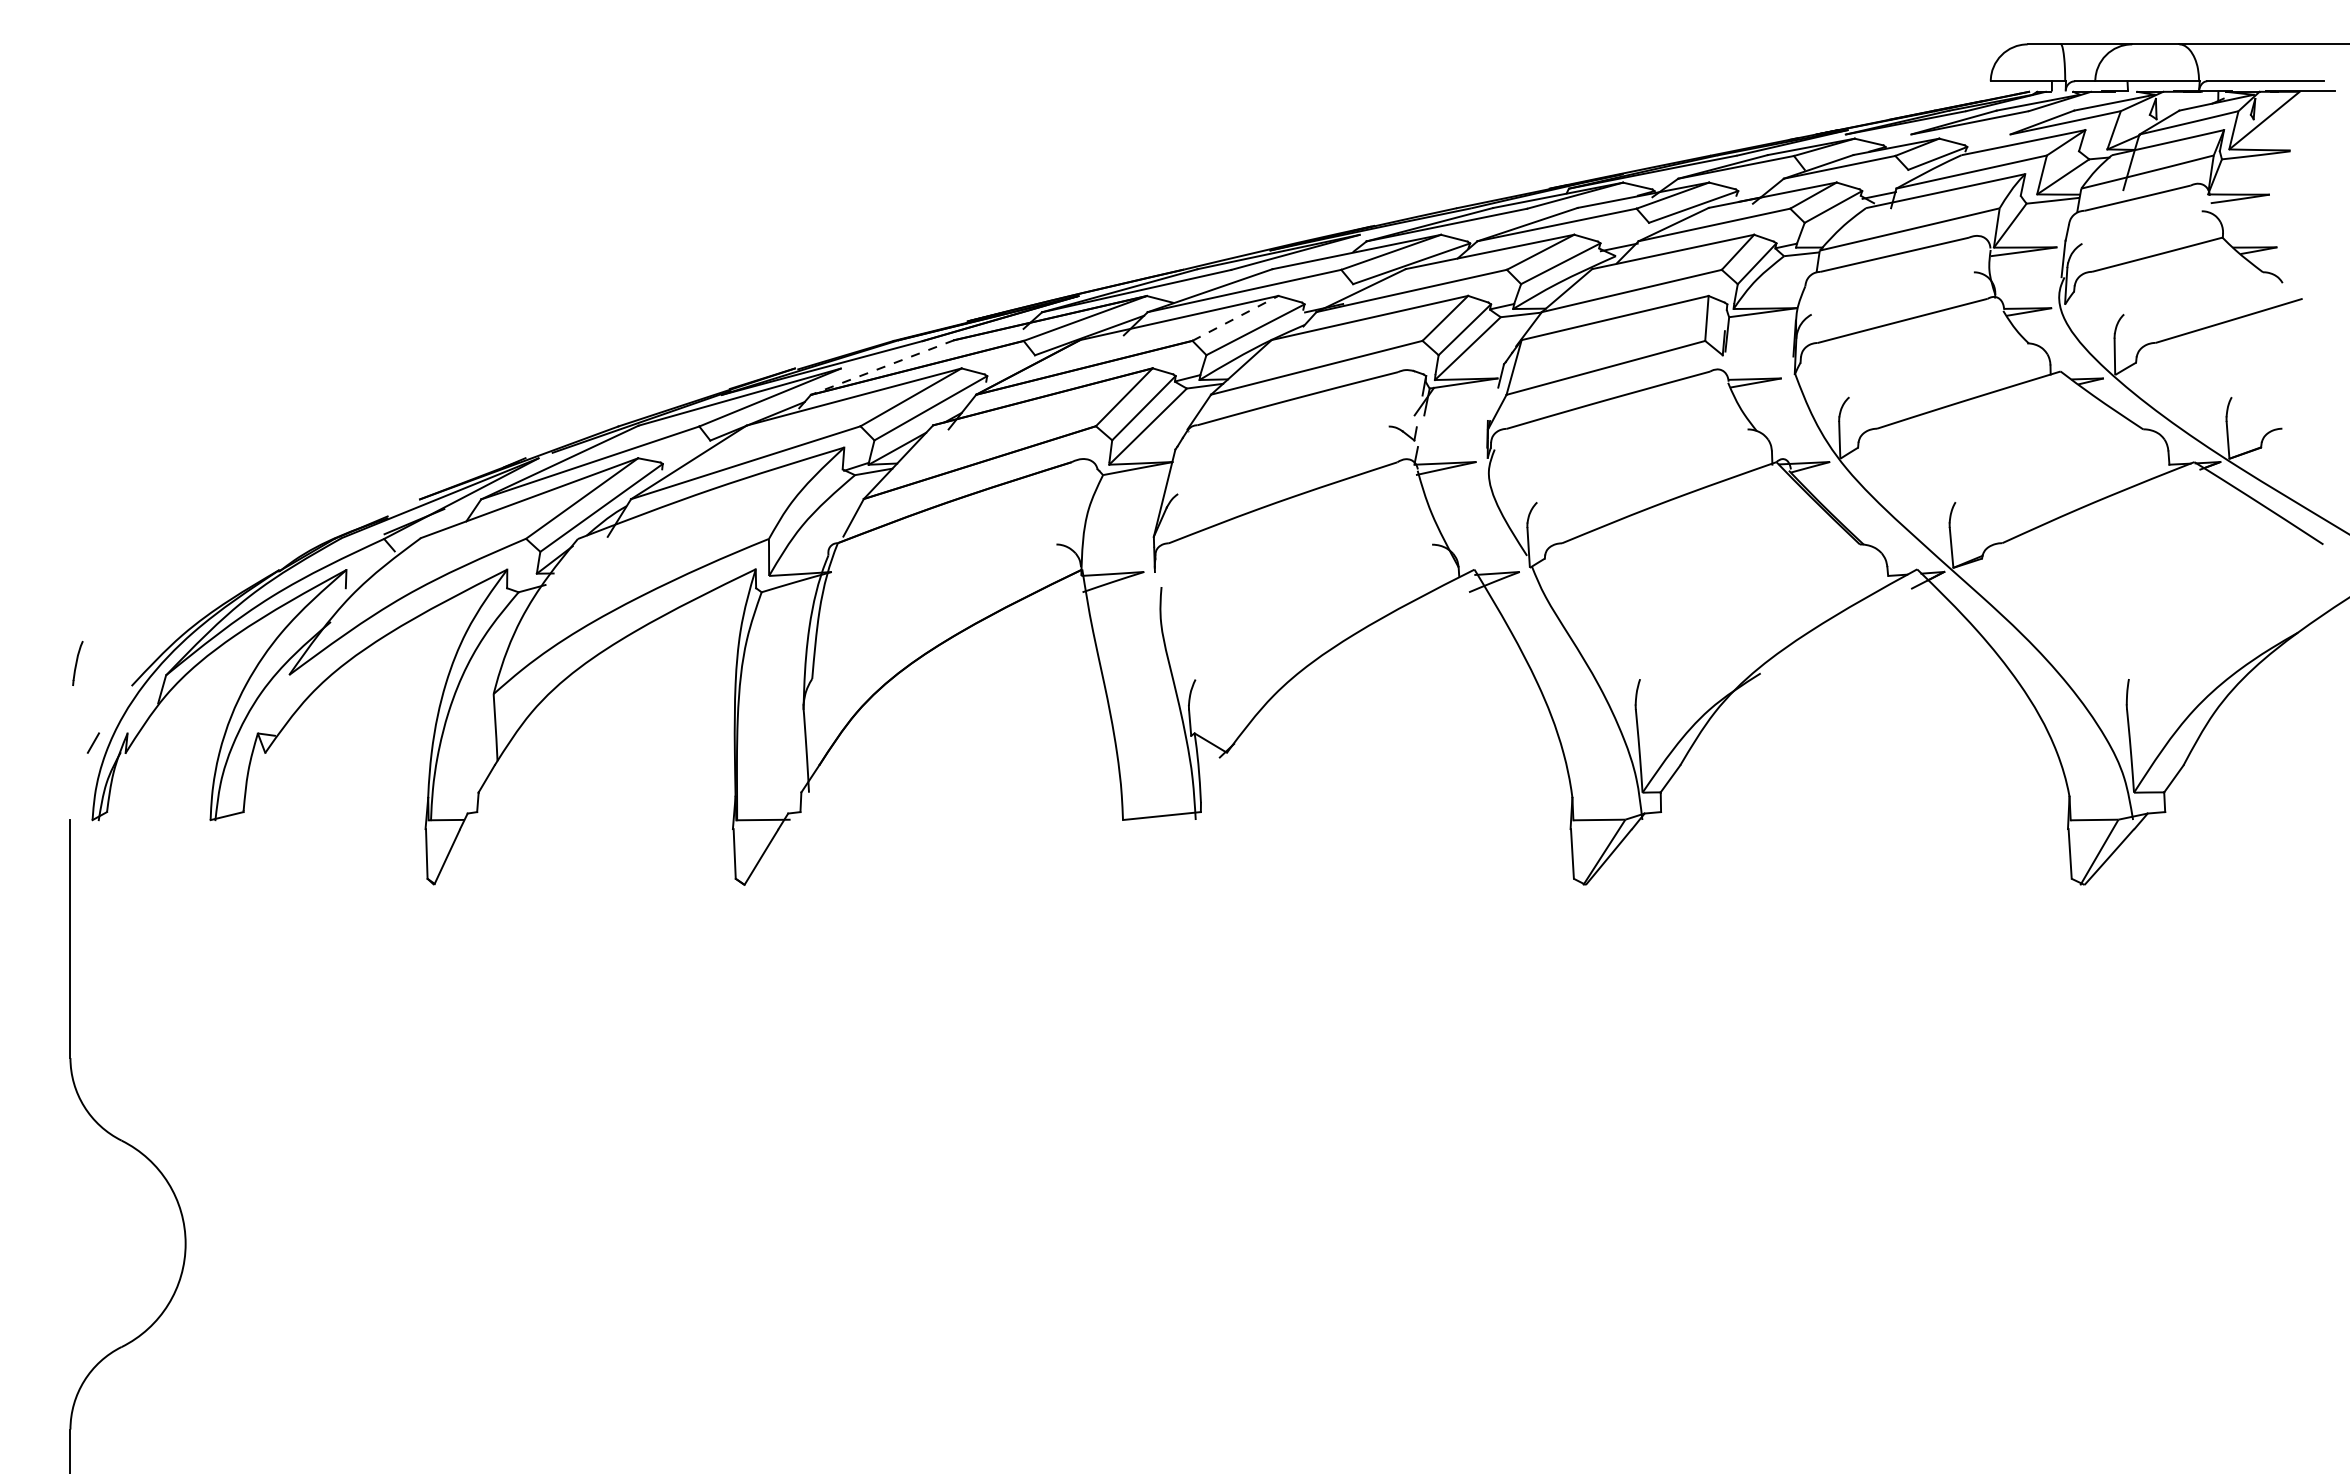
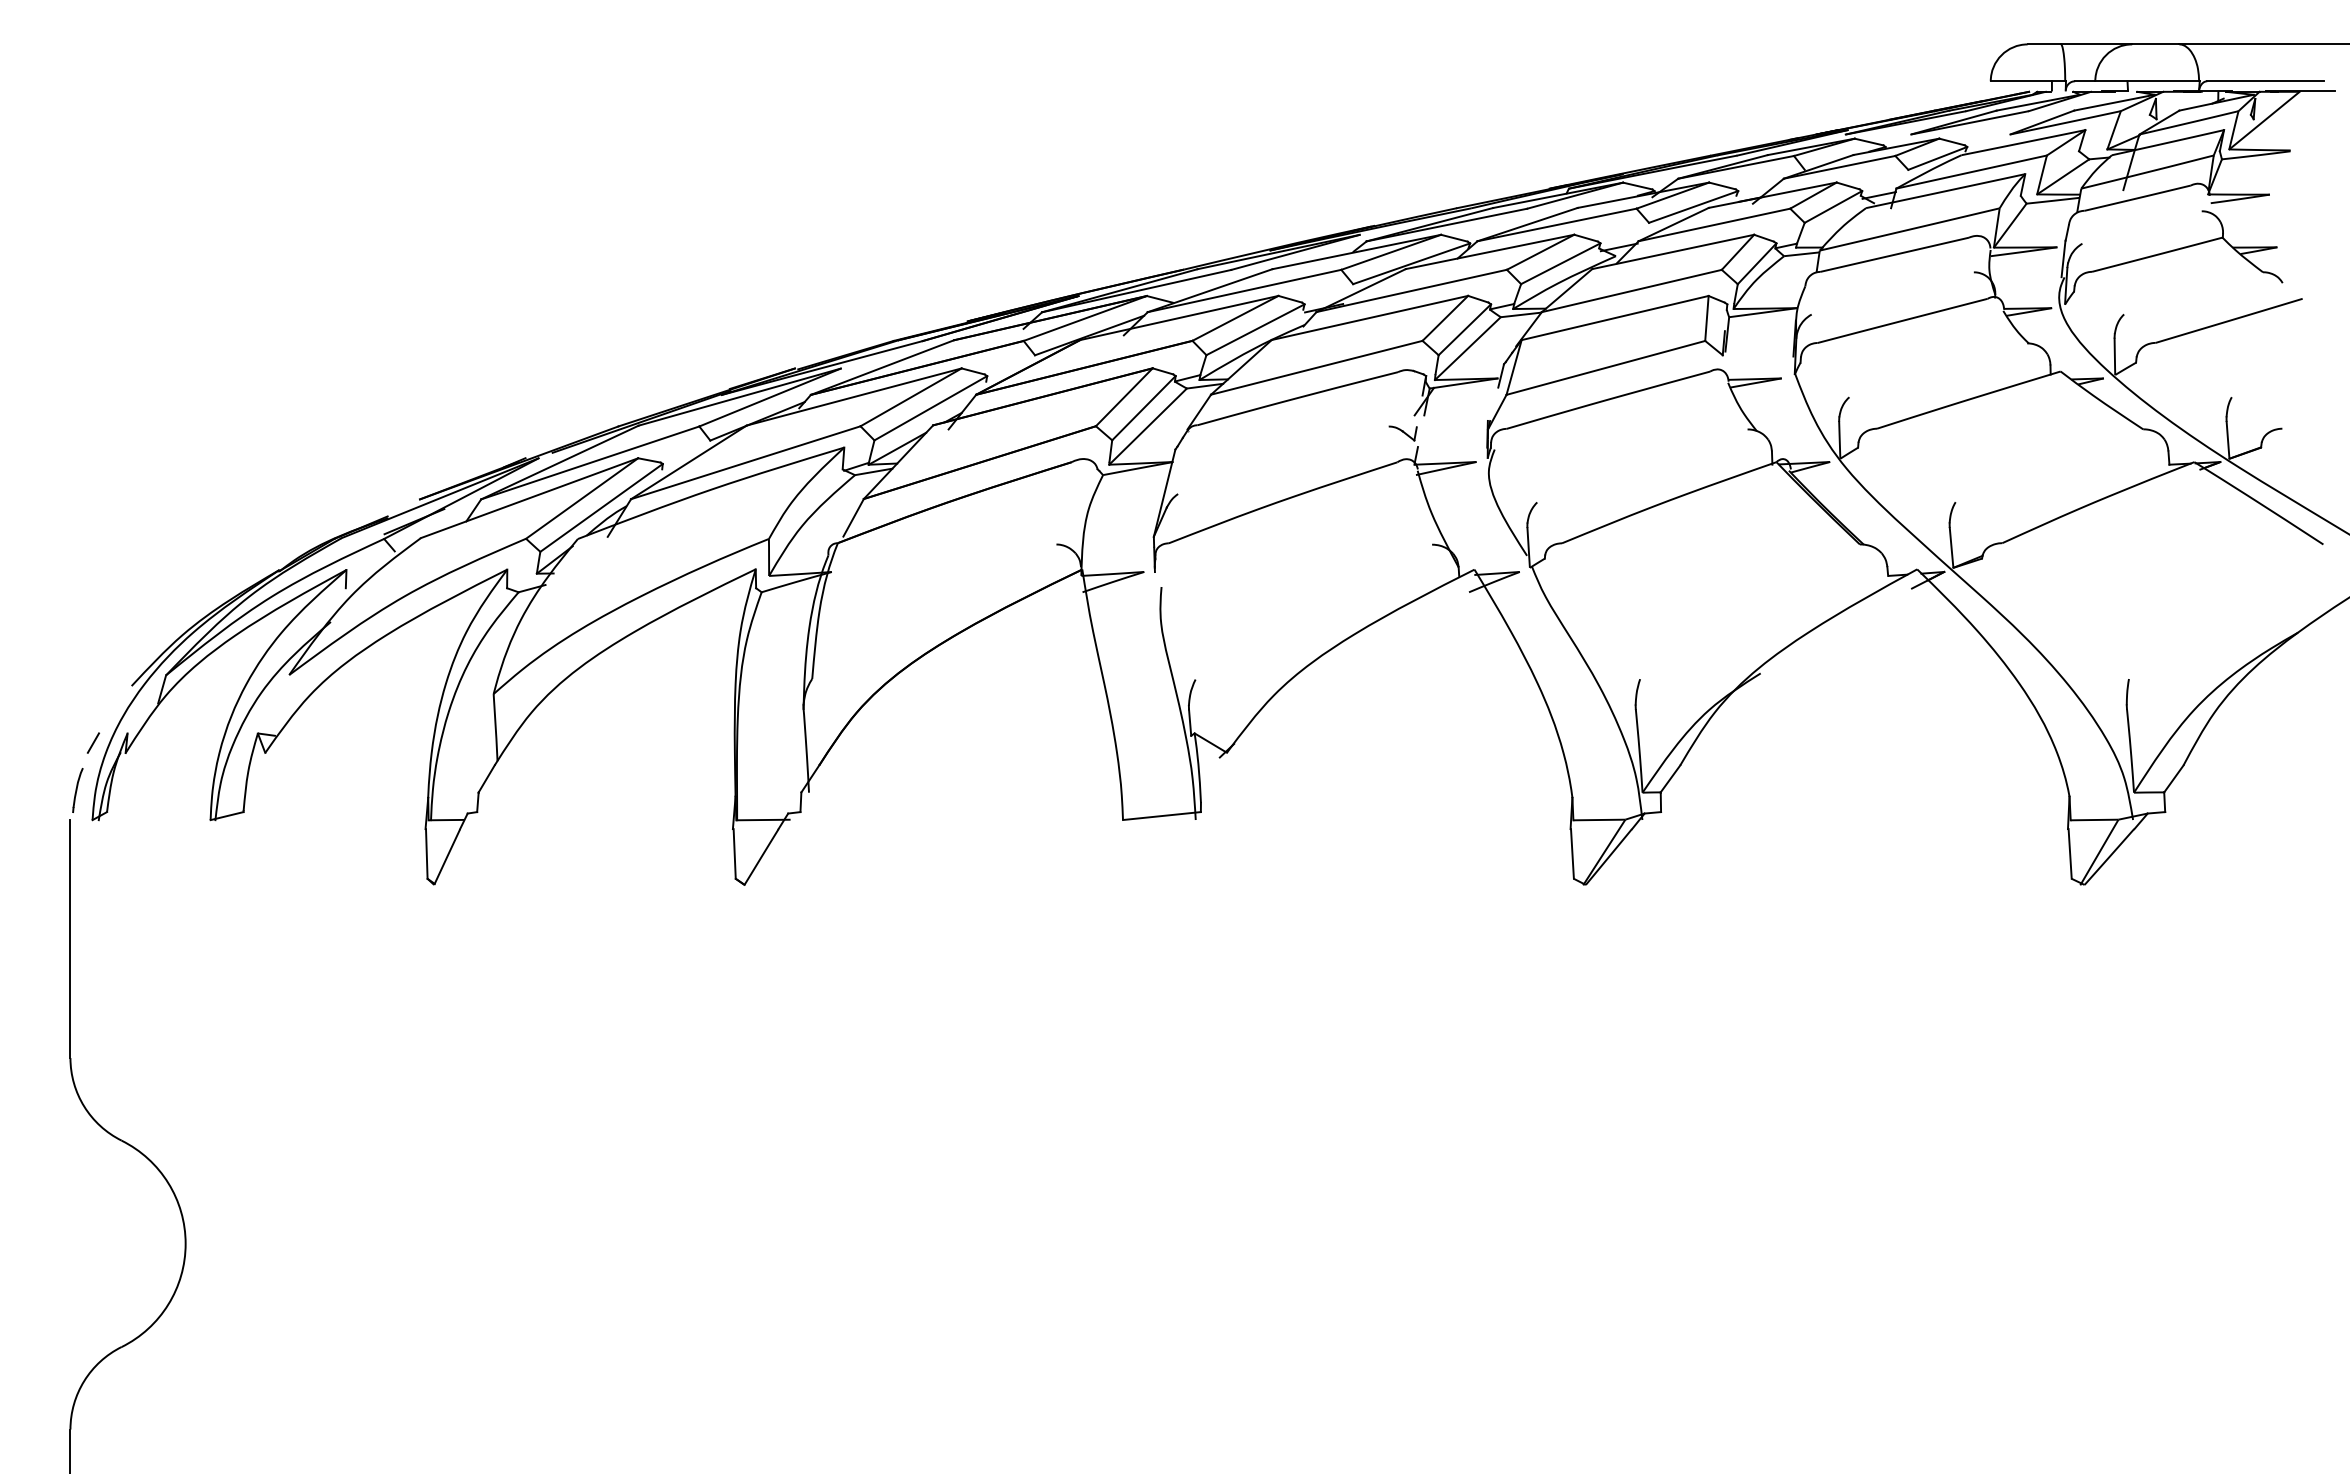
line at (1235, 318): dashed -> solid
line at (882, 367): dashed -> solid
part at (77, 663) position: (77, 663) -> (77, 790)
